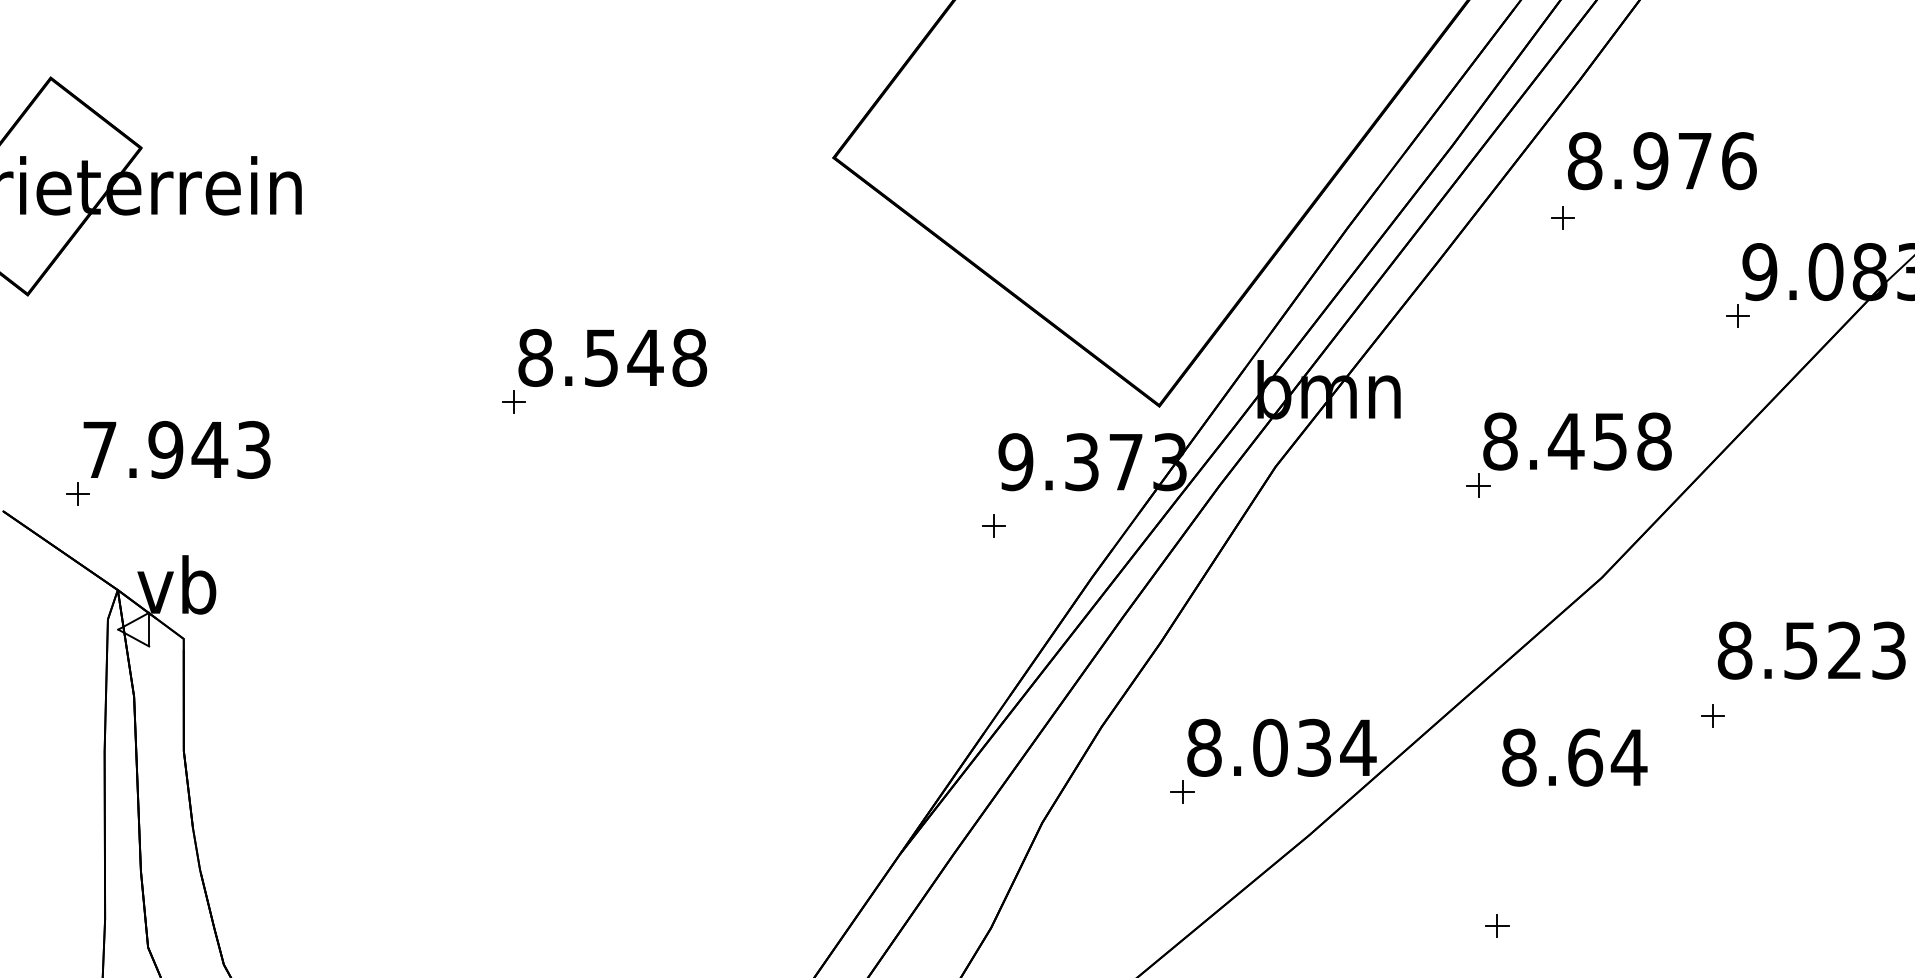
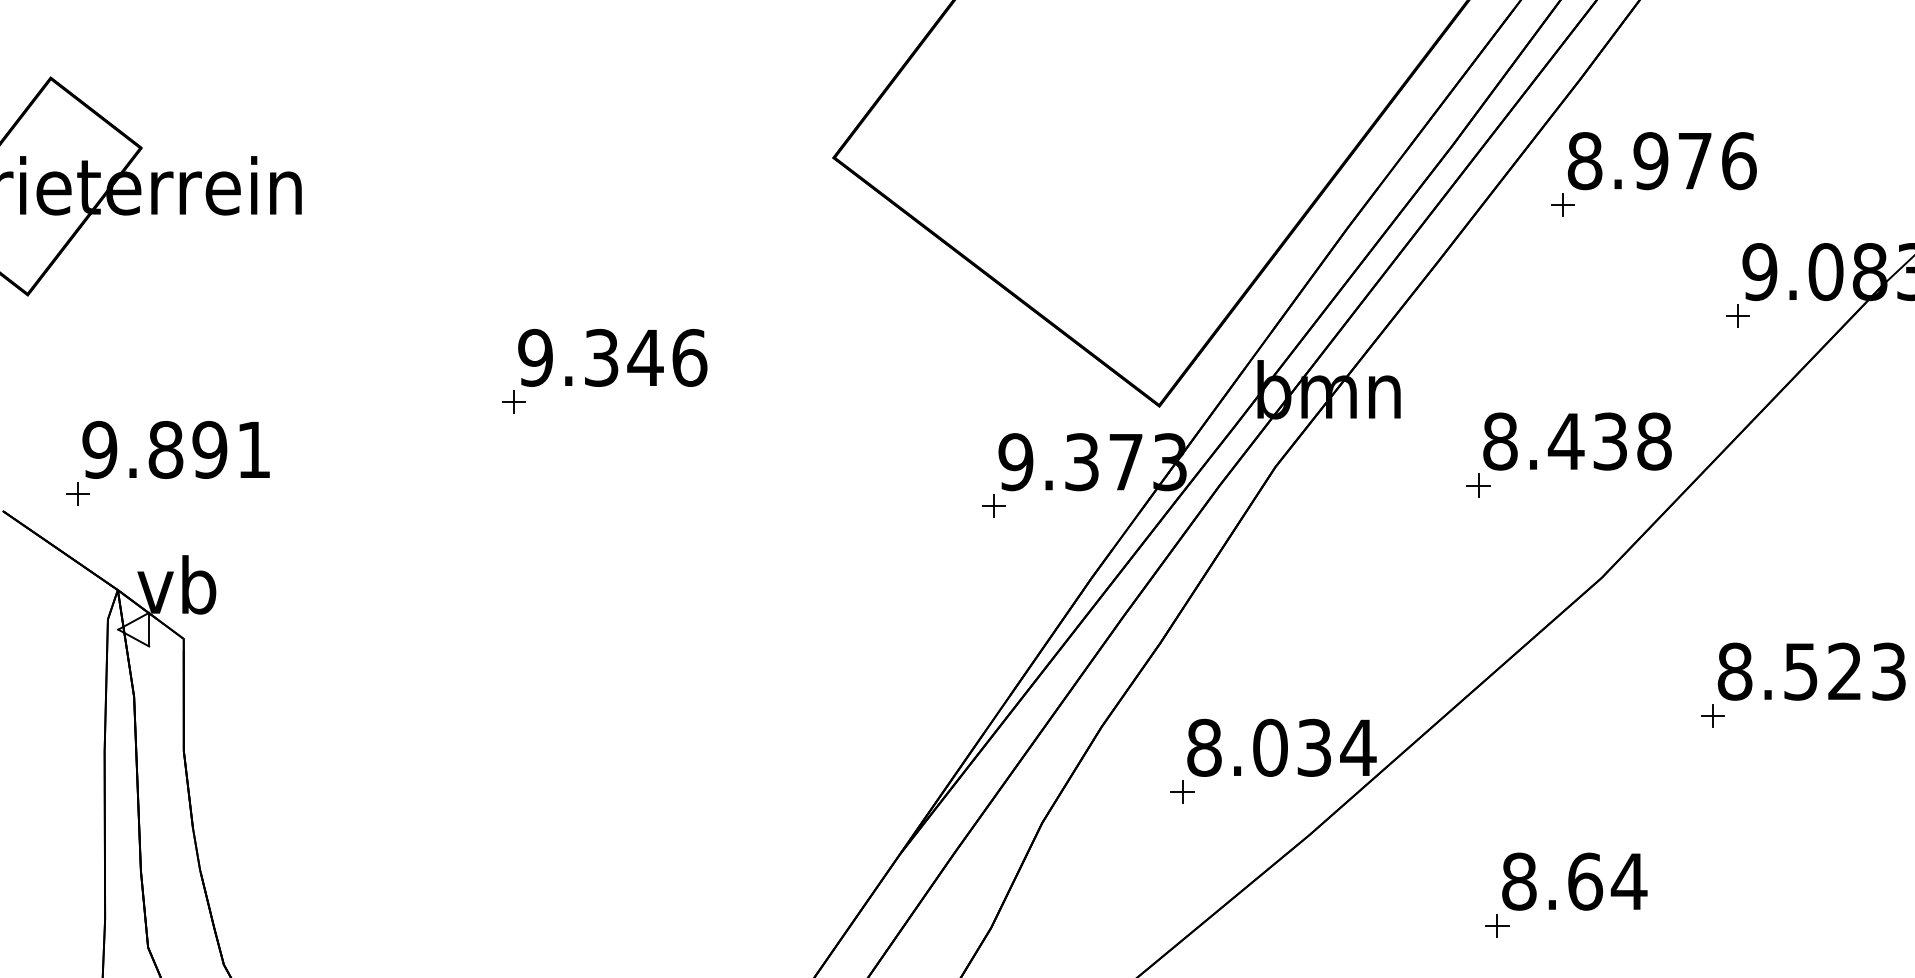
part at (1562, 217) position: (1562, 217) -> (1562, 204)
text at (612, 357): 8.548 -> 9.346
text at (1610, 440): 8.458 -> 8.438
text at (176, 449): 7.943 -> 9.891
part at (993, 525) position: (993, 525) -> (993, 505)
text at (1811, 650) position: (1811, 650) -> (1811, 671)
text at (1574, 757) position: (1574, 757) -> (1574, 881)
